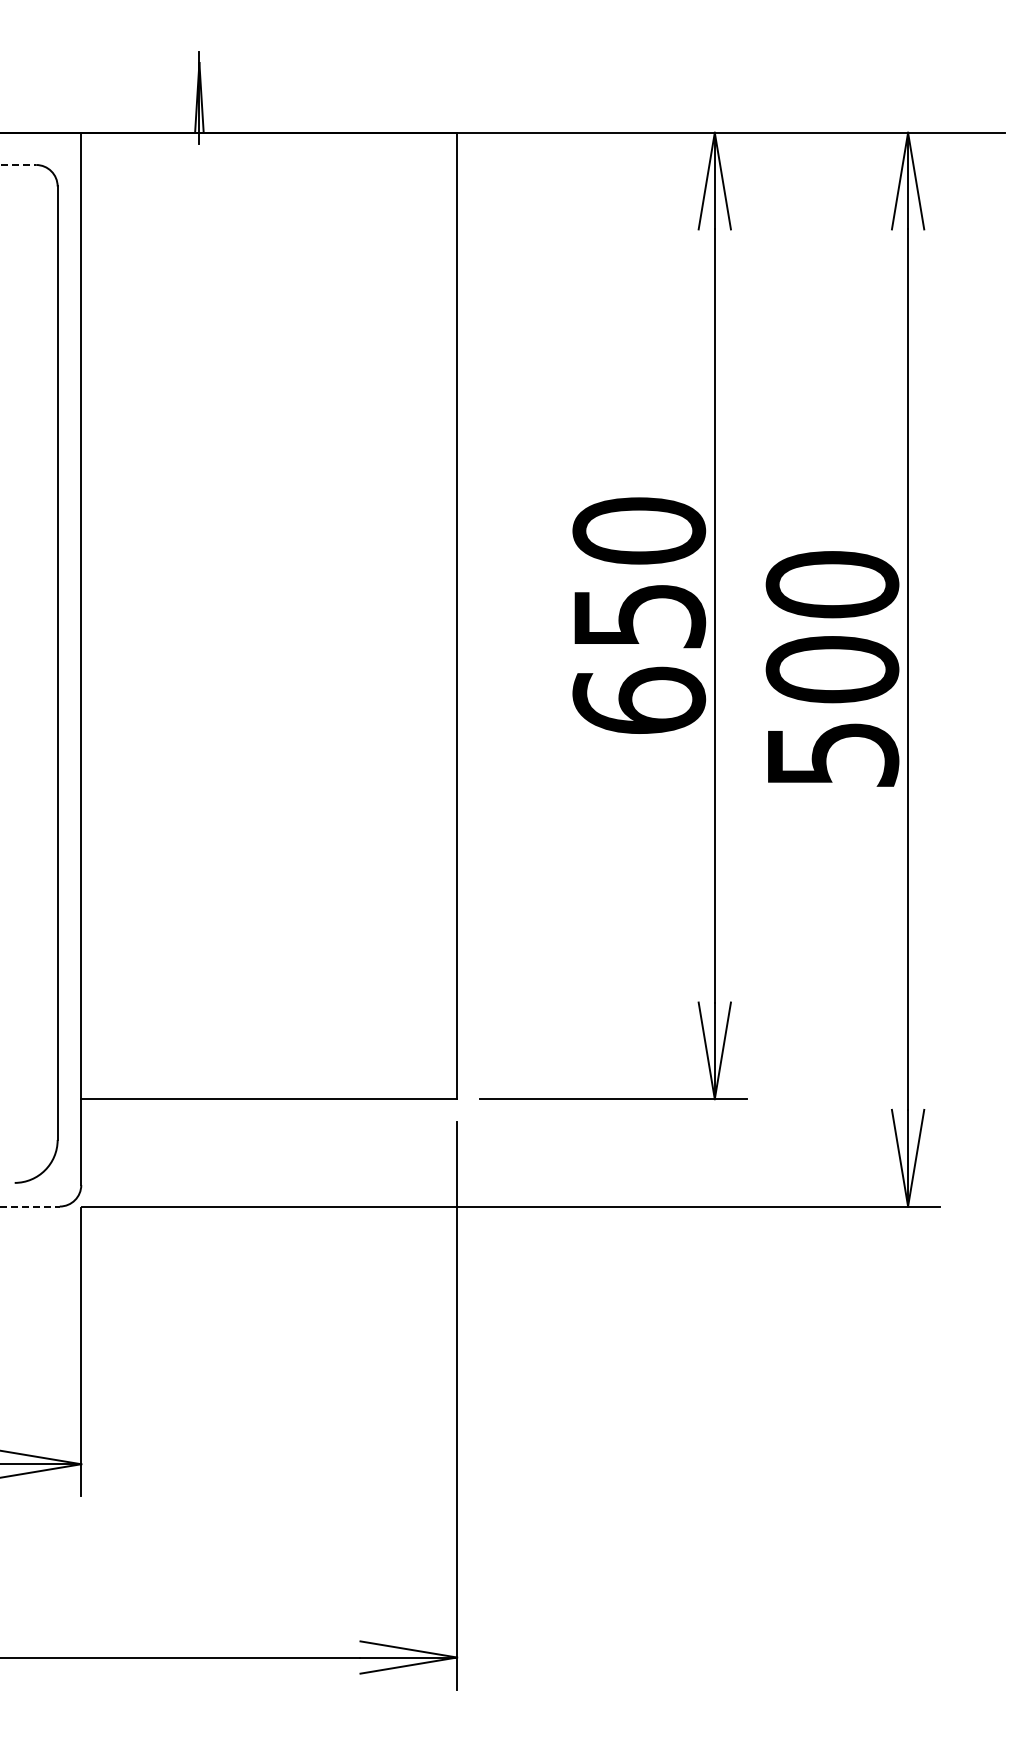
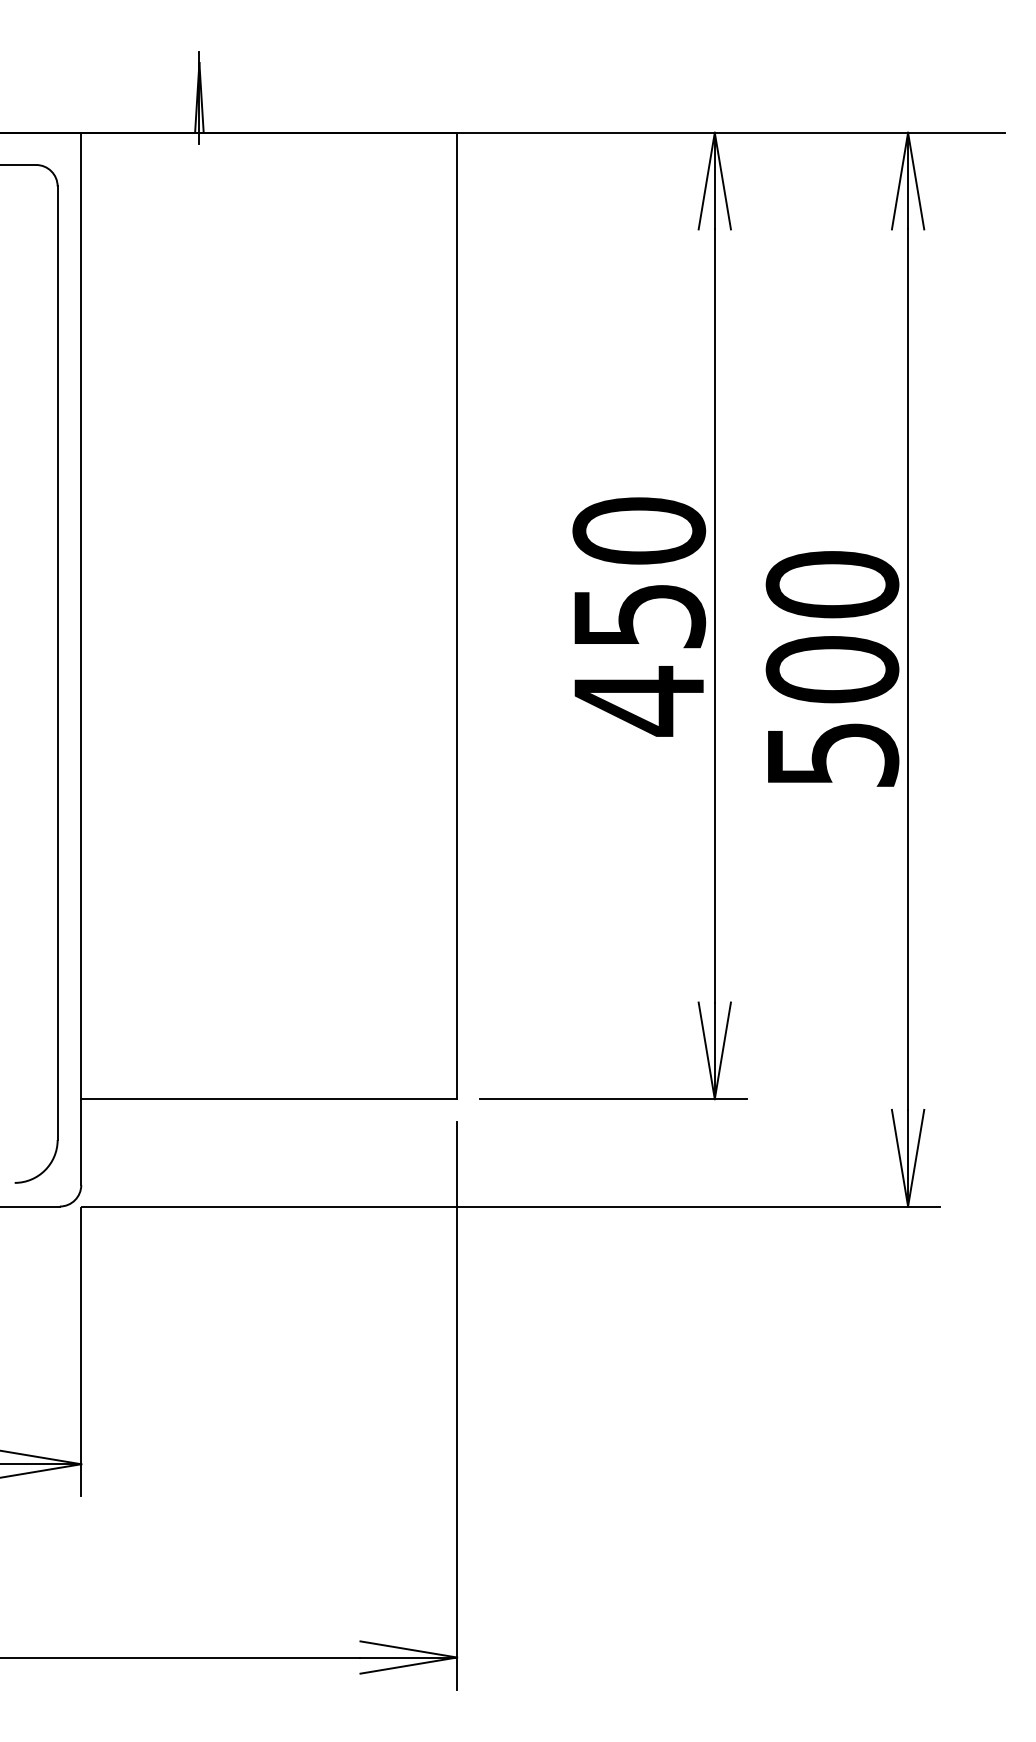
line at (18, 165): dashed -> solid
text at (639, 701): 650 -> 450
line at (30, 1206): dashed -> solid
